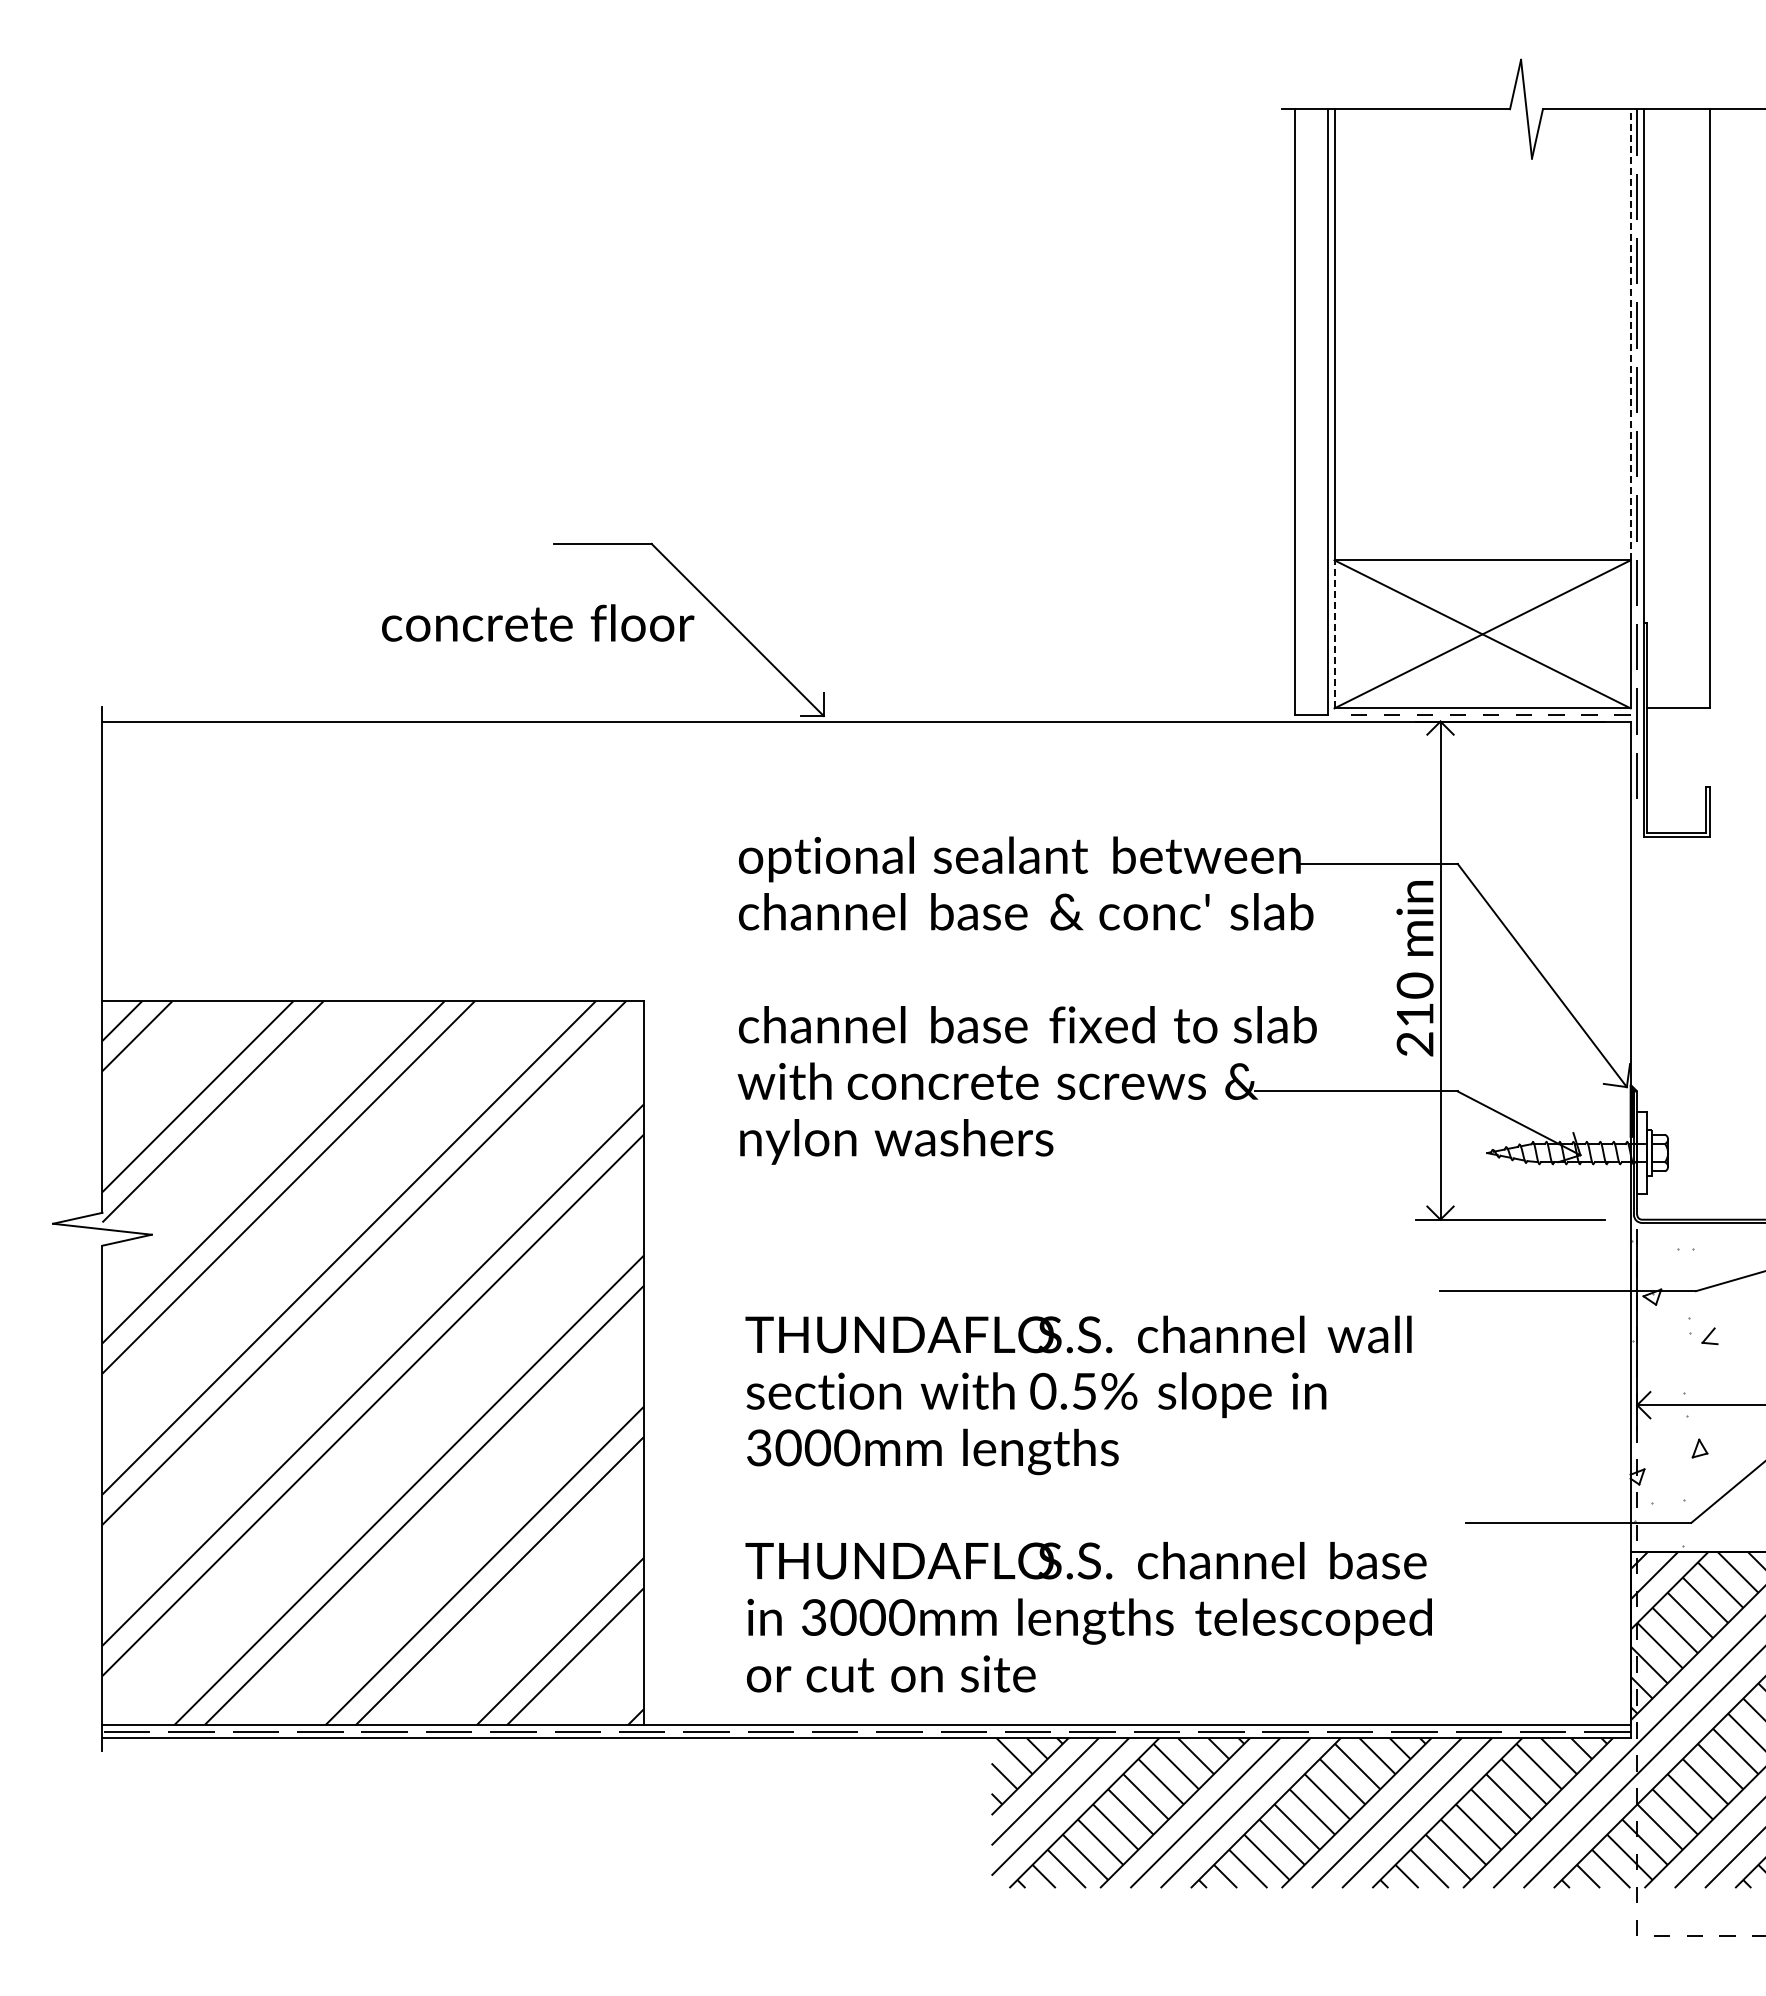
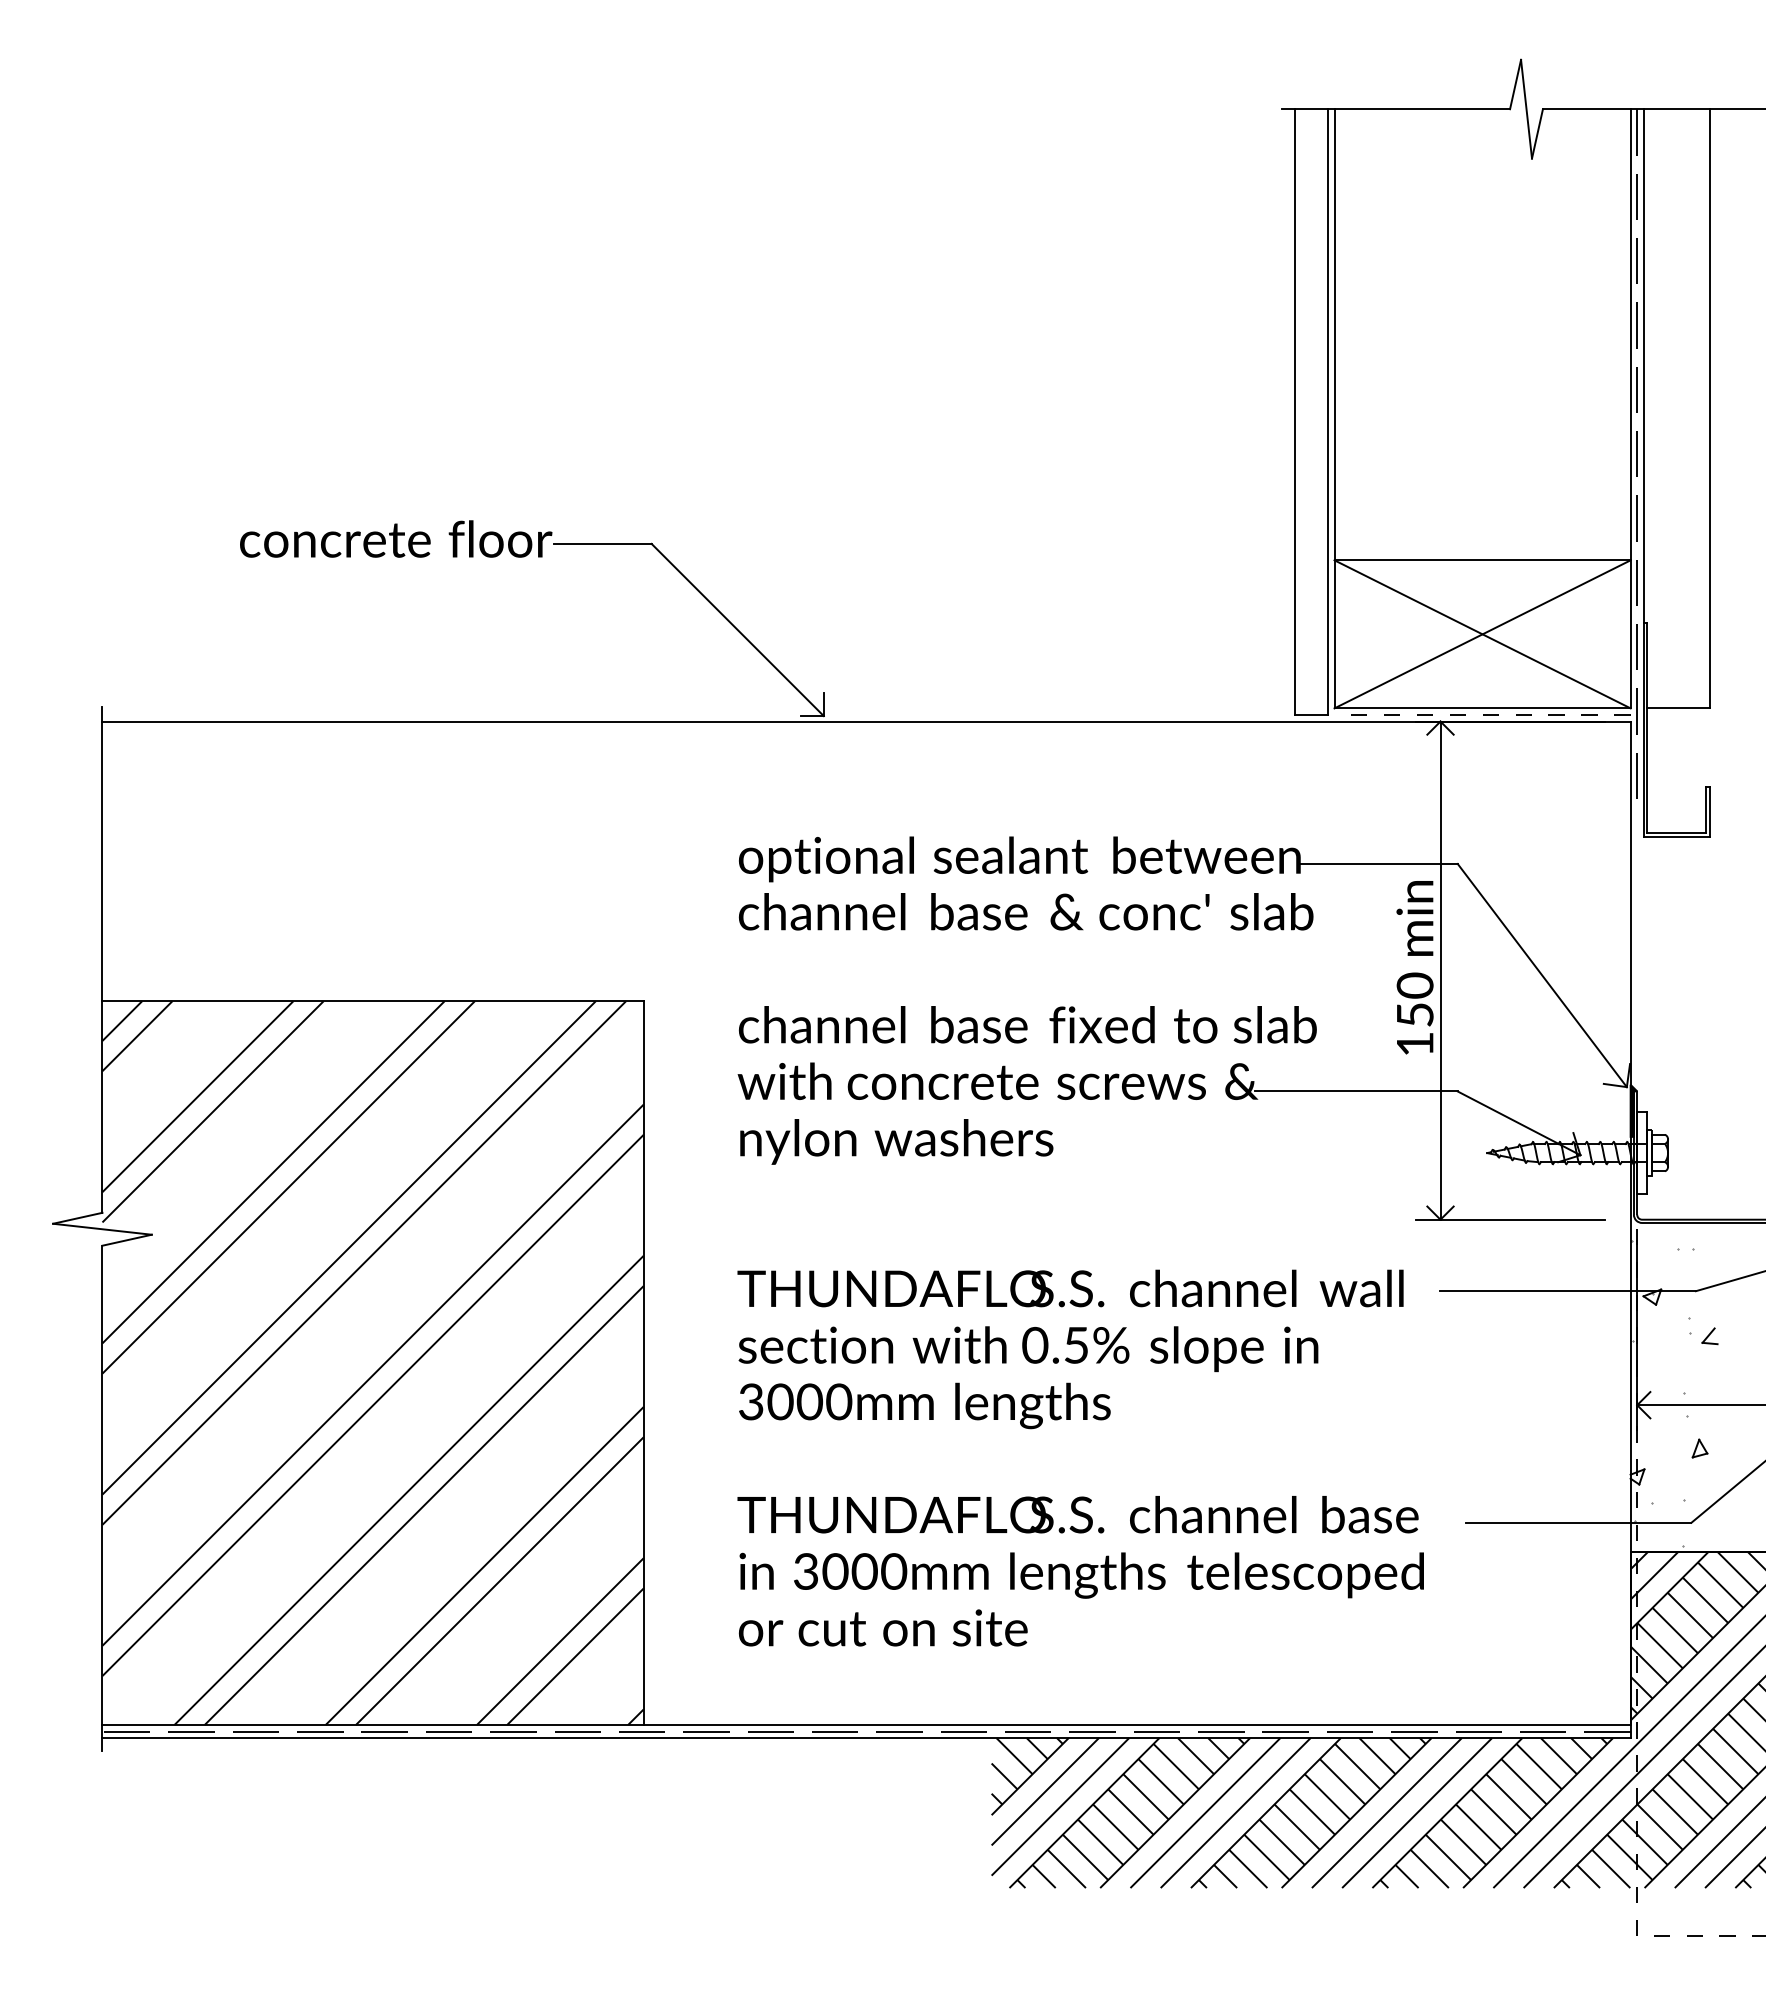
line at (1630, 334): dashed -> solid
text at (538, 622) position: (538, 622) -> (396, 538)
line at (1334, 633): dashed -> solid
text at (1414, 1029): 210 -> 150
text at (1088, 1503) position: (1088, 1503) -> (1080, 1457)
